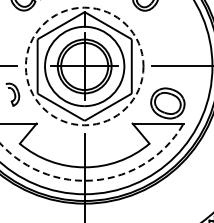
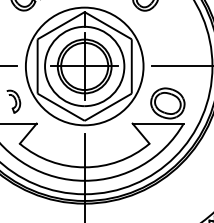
circle at (84, 66): dashed -> solid
part at (12, 94) position: (12, 94) -> (13, 101)
arc at (97, 180): dashed -> solid
